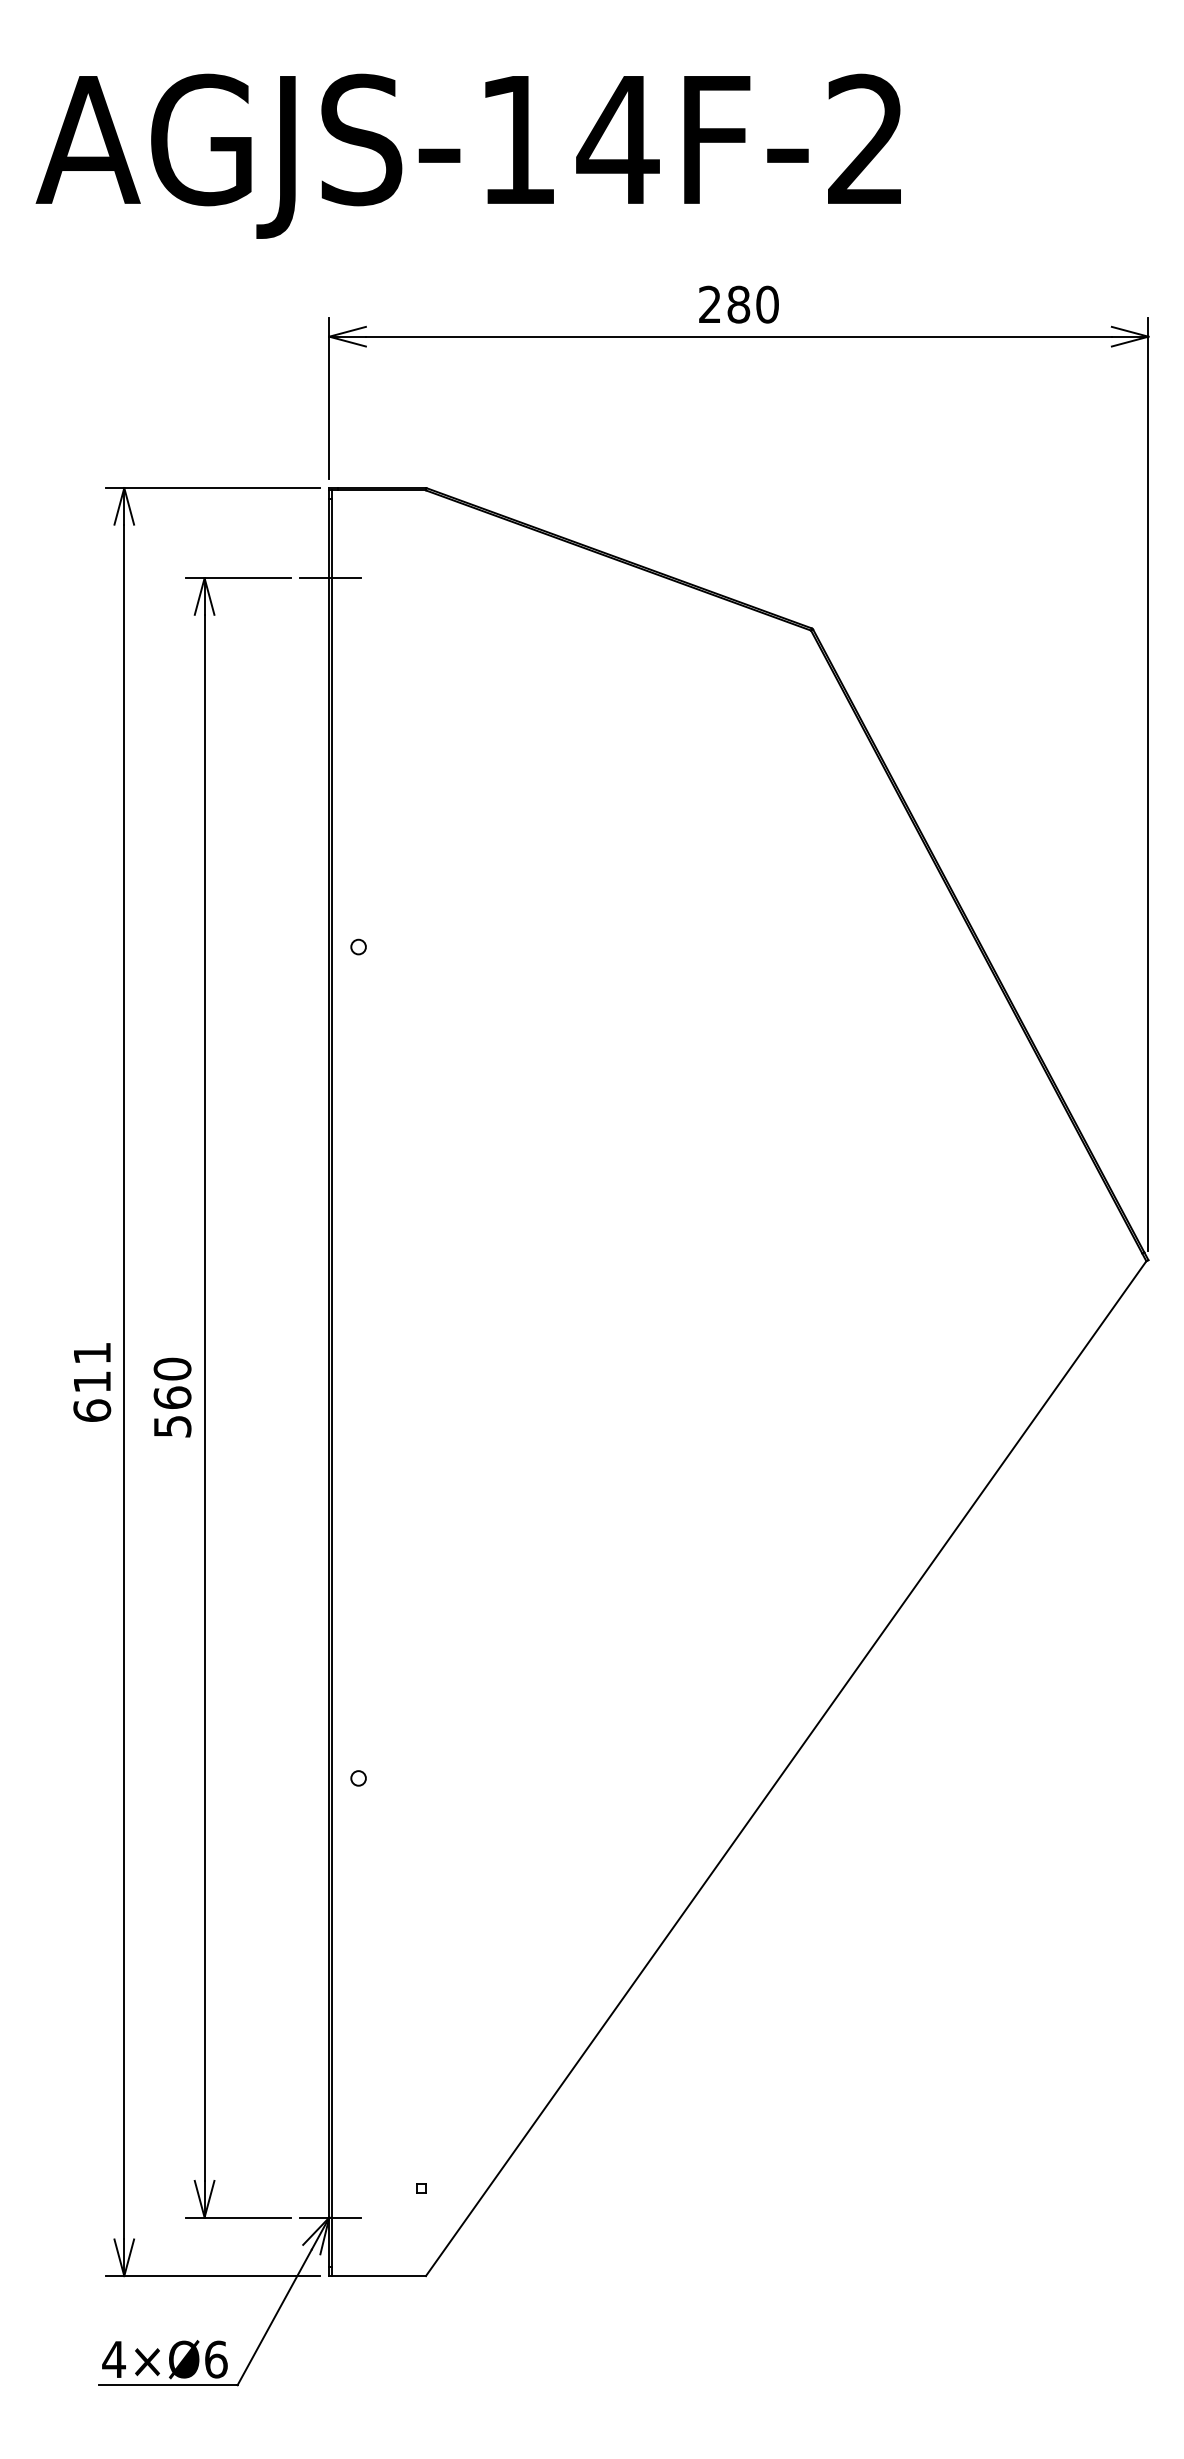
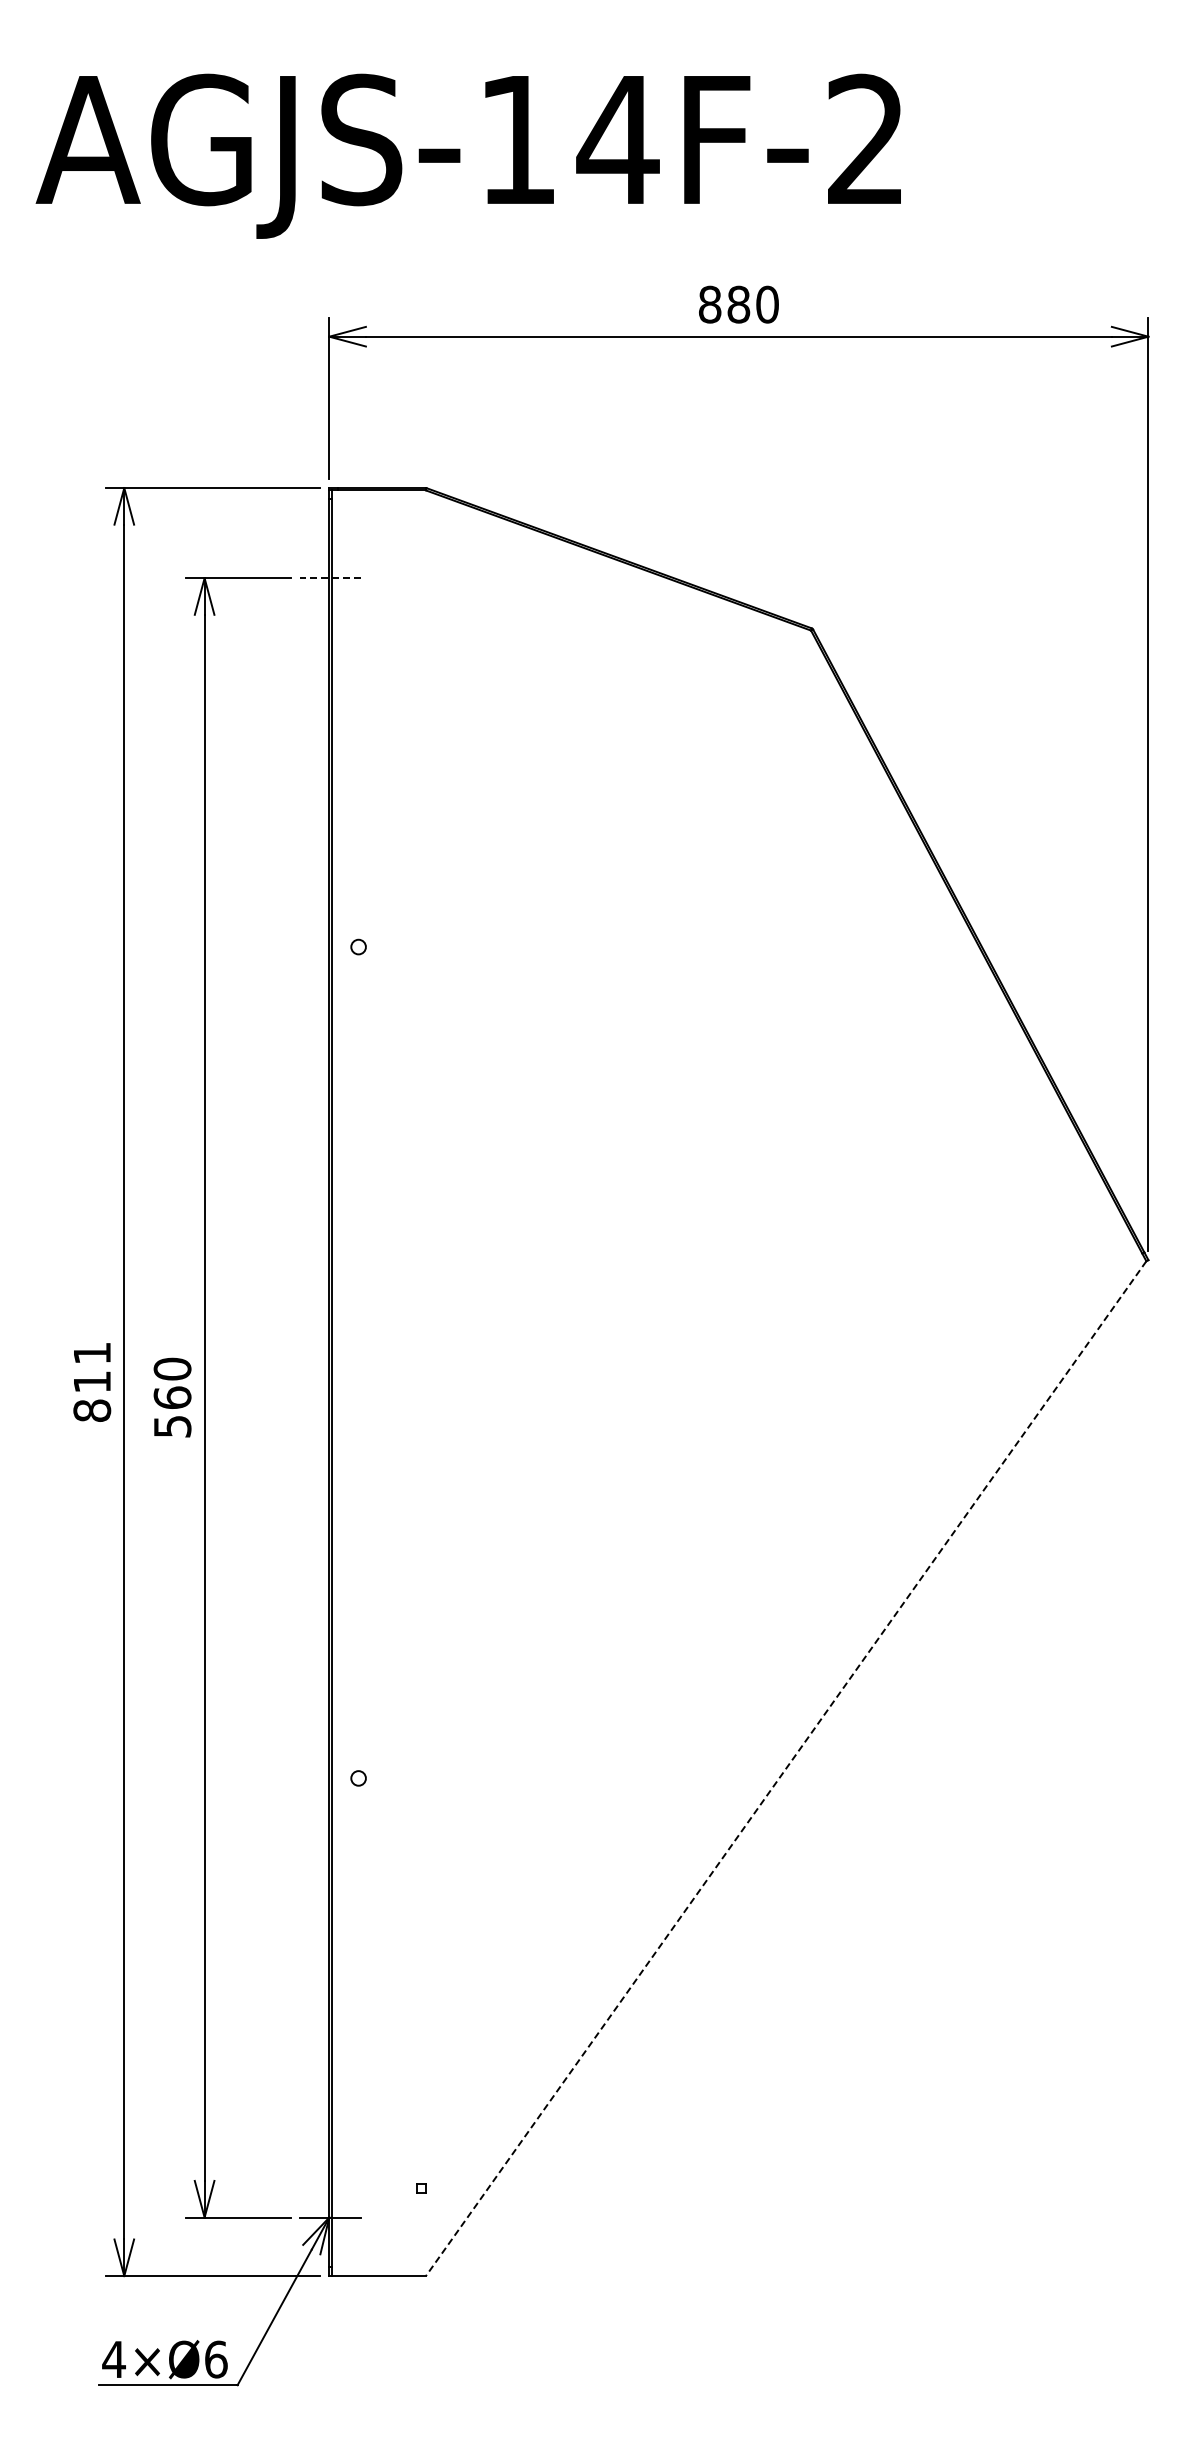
text at (710, 304): 280 -> 880
line at (330, 578): solid -> dashed
text at (92, 1410): 611 -> 811
line at (785, 1769): solid -> dashed
